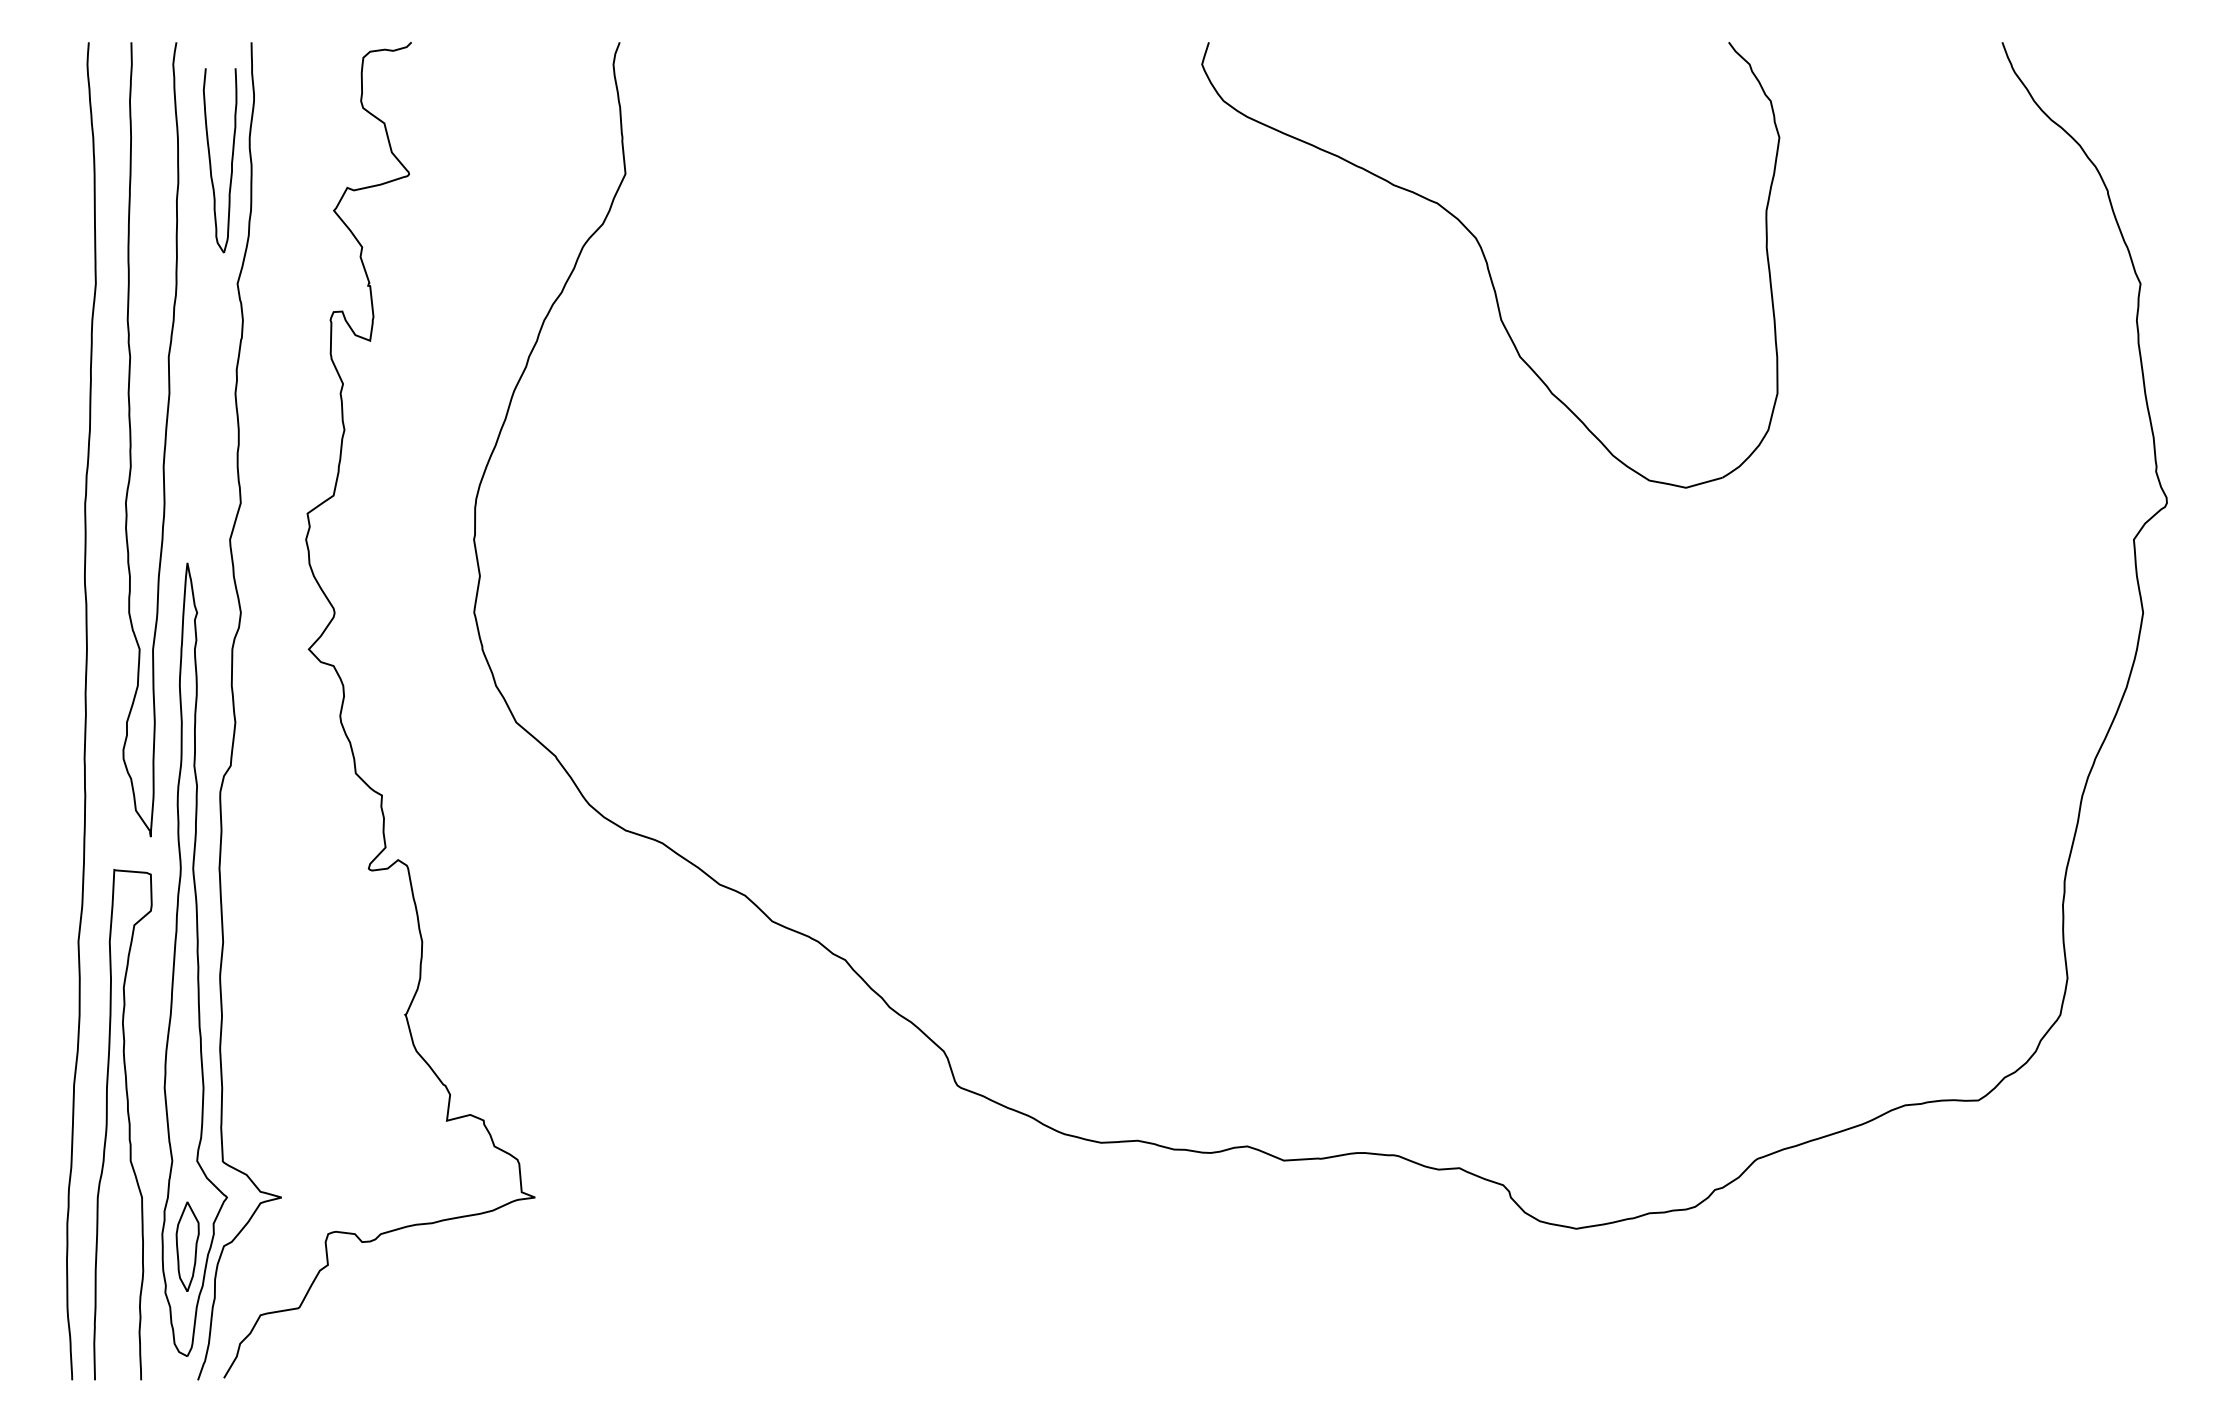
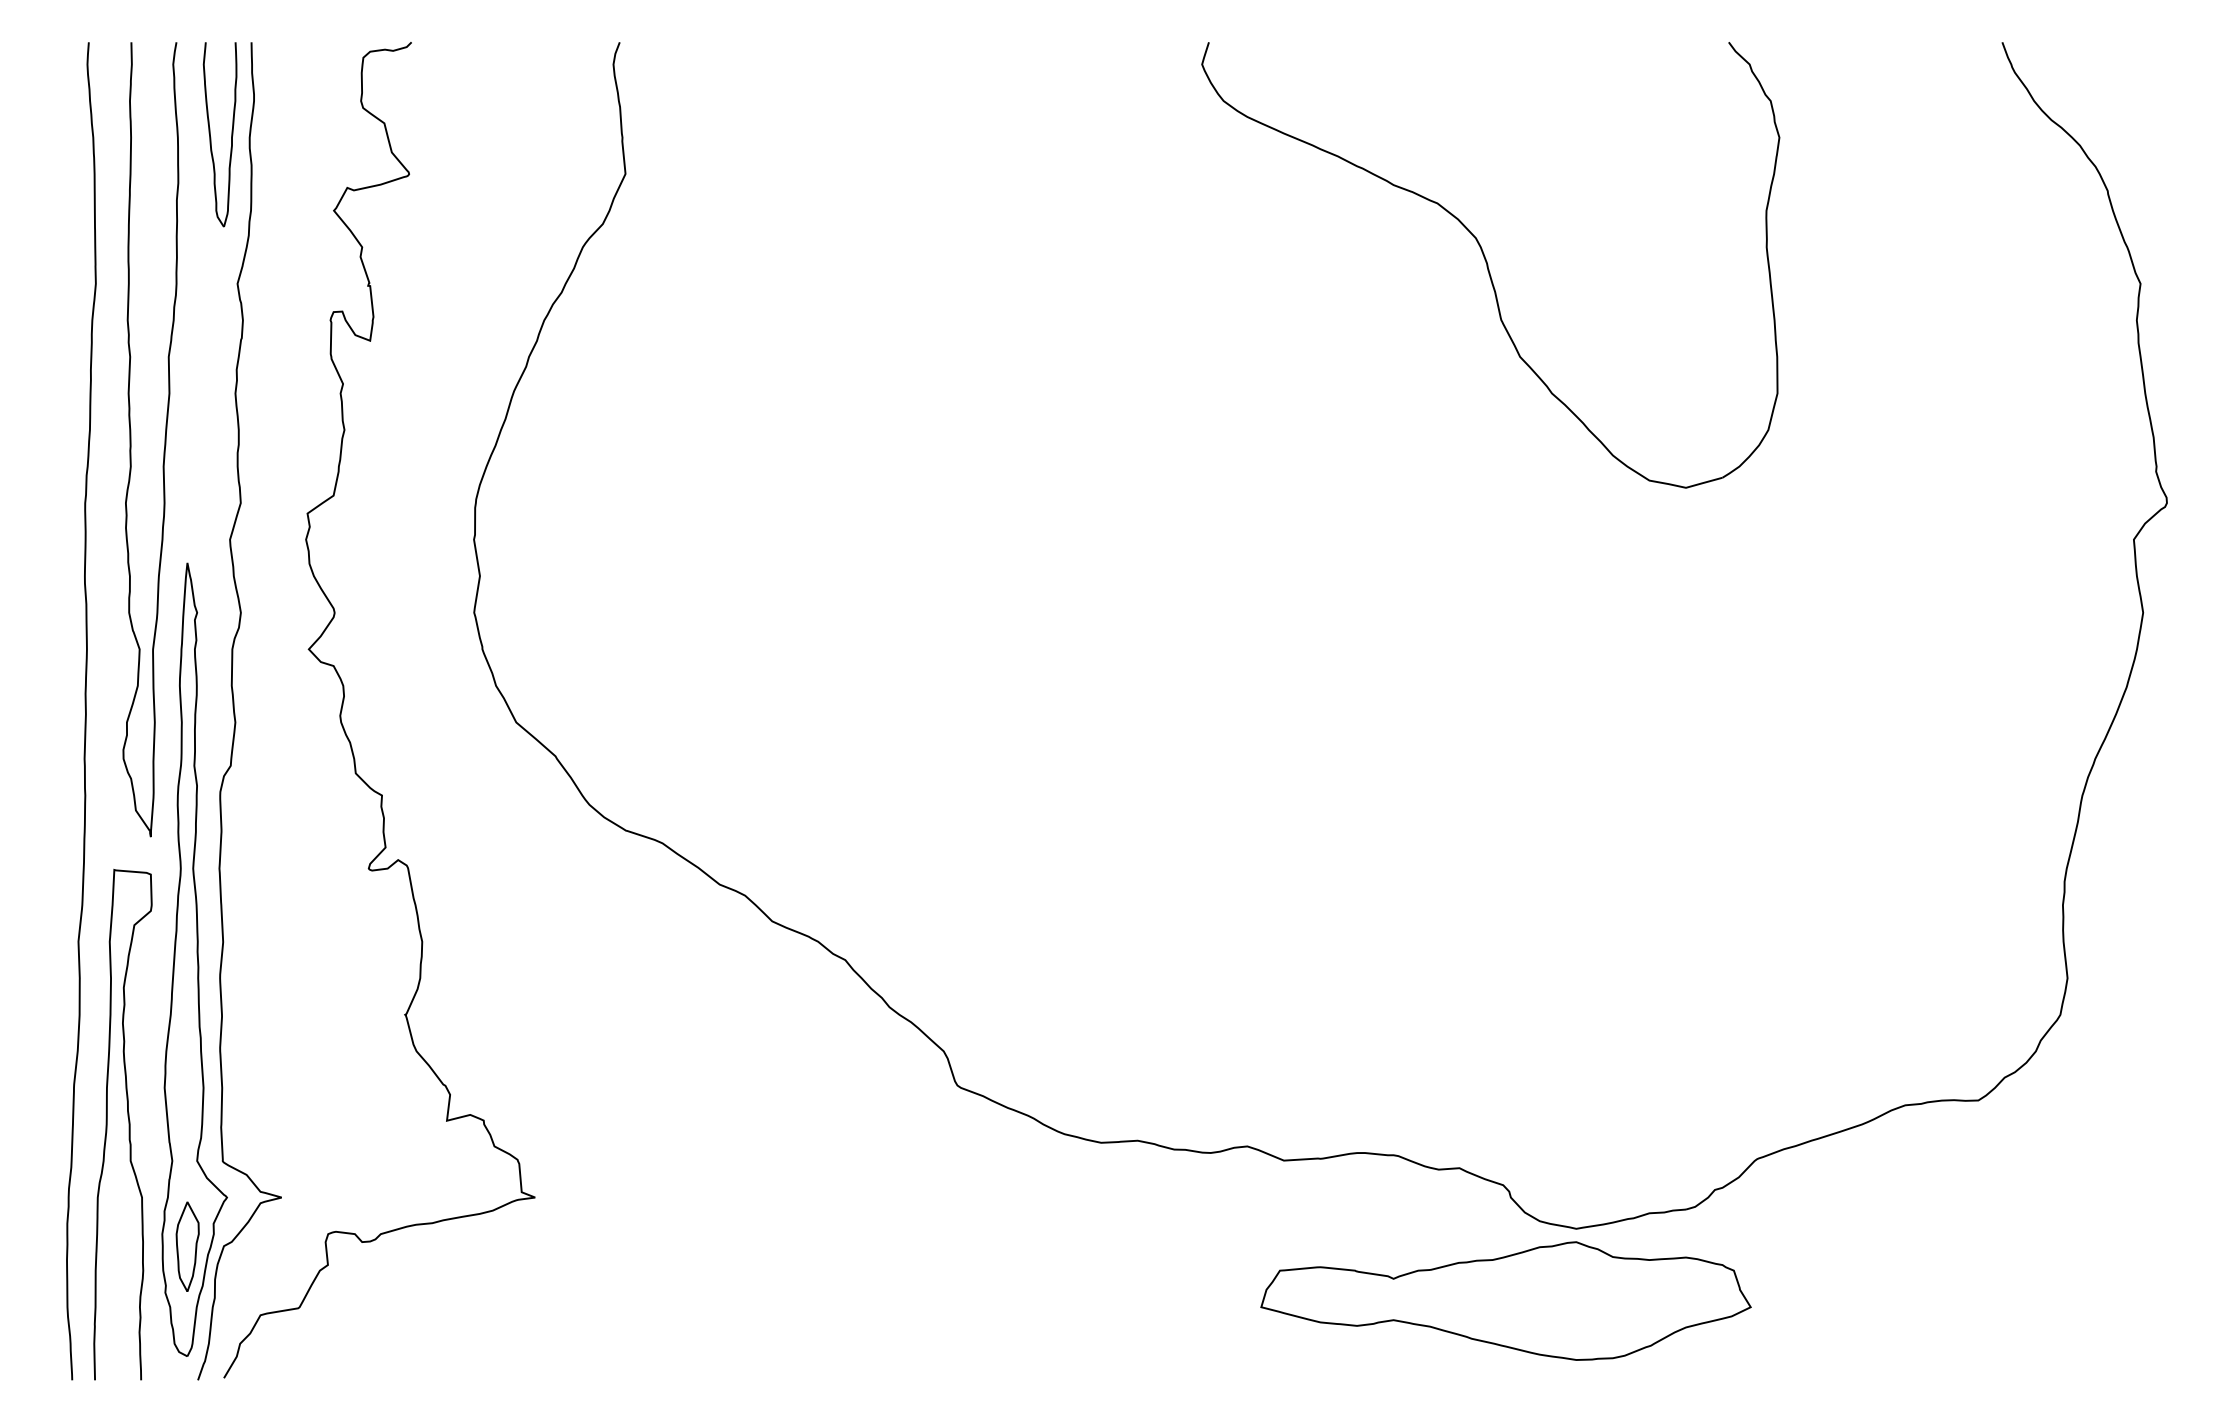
part at (211, 163) position: (211, 163) -> (211, 137)
part at (1505, 1300): none -> present
